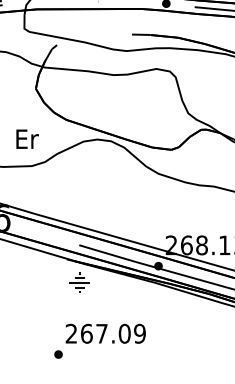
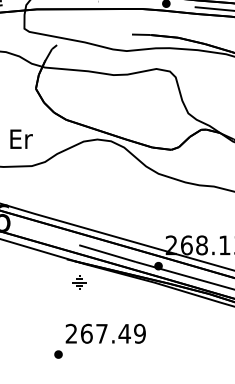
text at (27, 138) position: (27, 138) -> (21, 138)
part at (79, 282) size: 21x21 px -> 15x15 px
text at (124, 333): 267.09 -> 267.49
